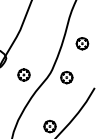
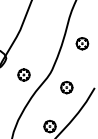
part at (66, 77) position: (66, 77) -> (66, 87)
